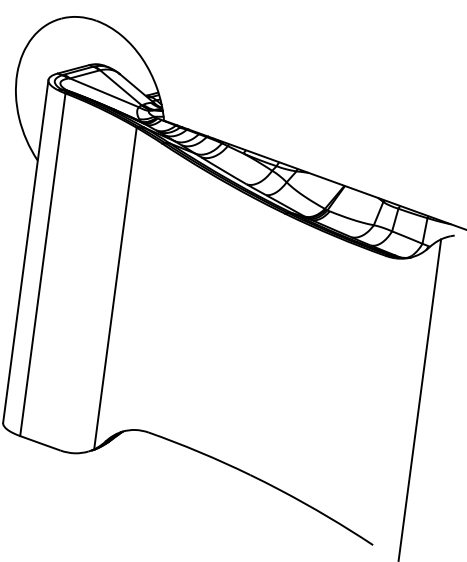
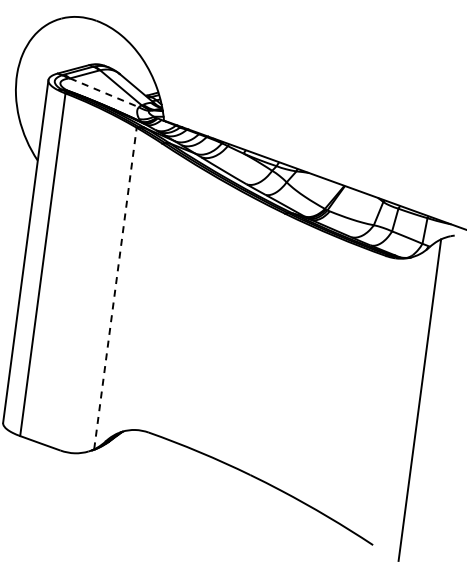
line at (104, 93): solid -> dashed
line at (115, 288): solid -> dashed
